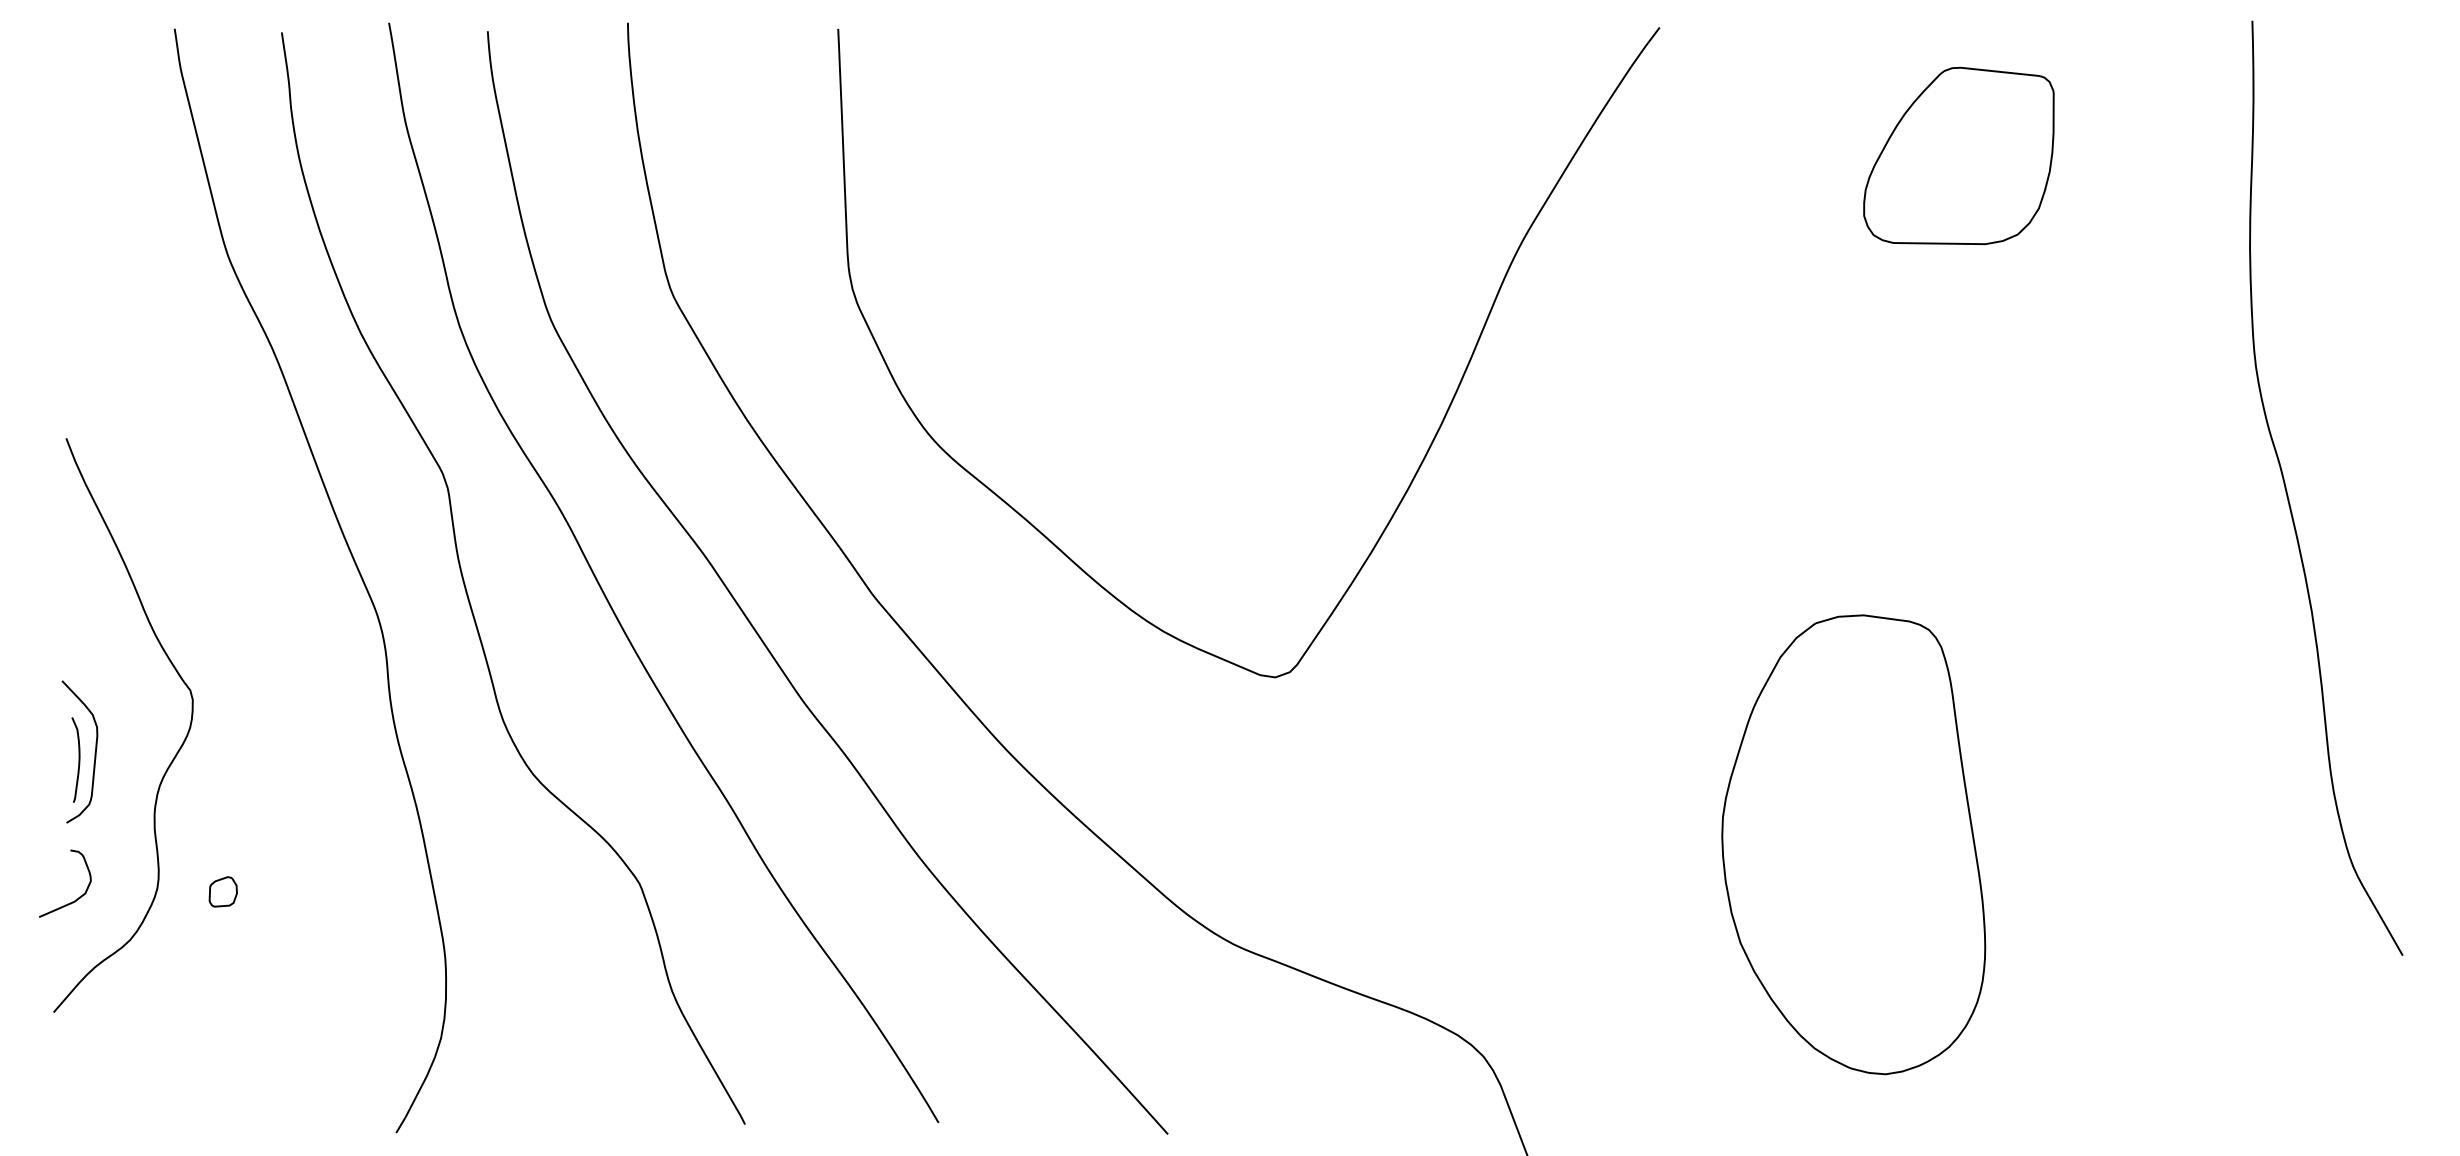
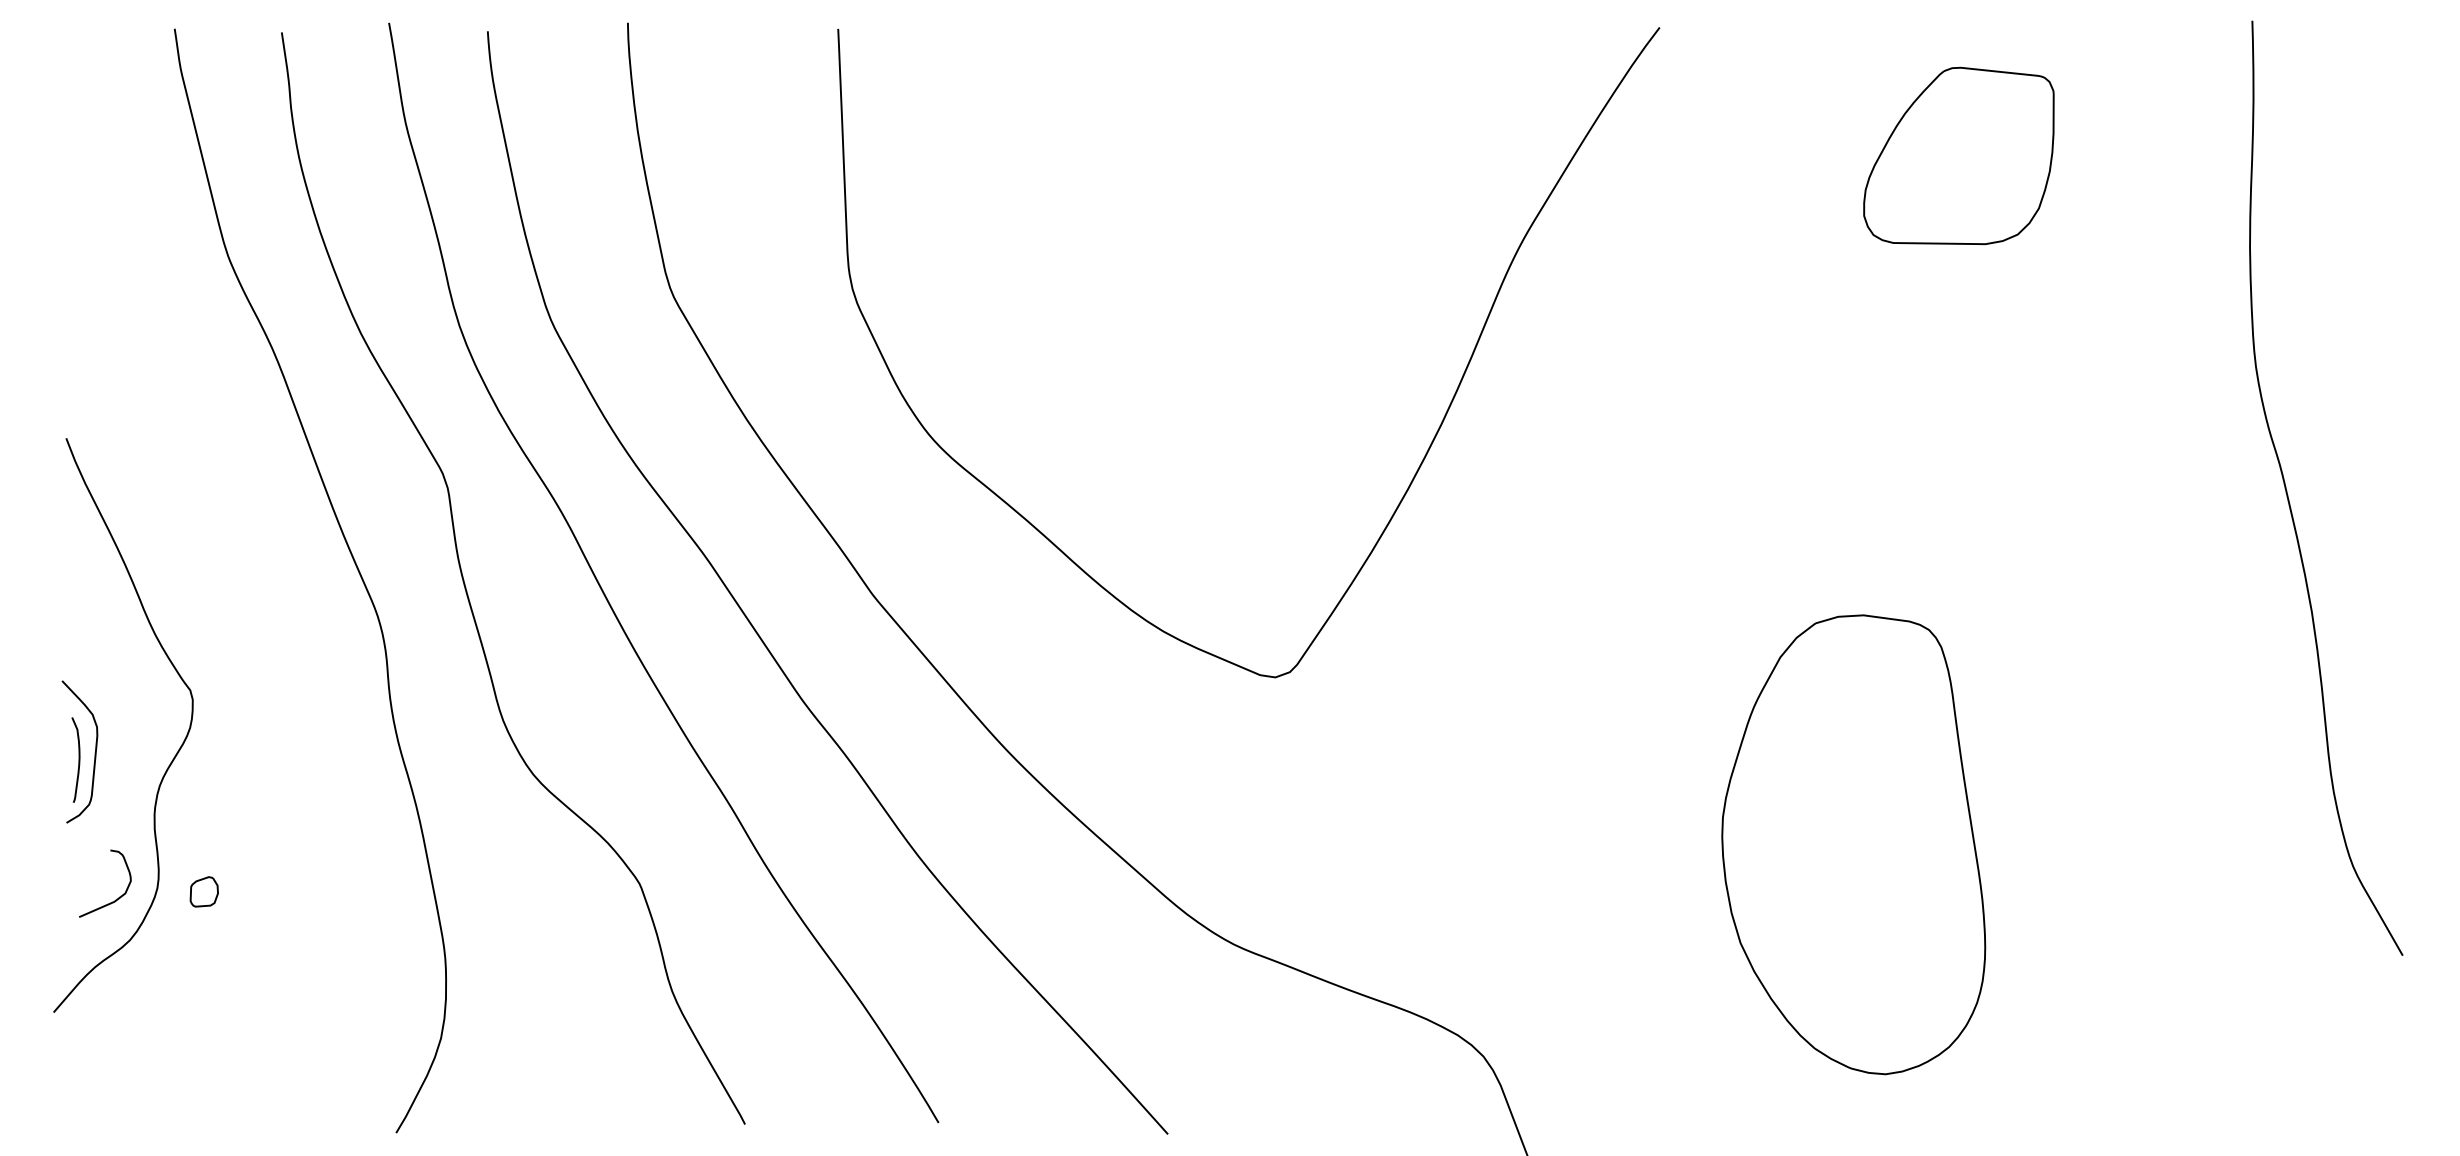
part at (222, 891) position: (222, 891) -> (203, 891)
curve at (75, 899) position: (75, 899) -> (115, 899)
